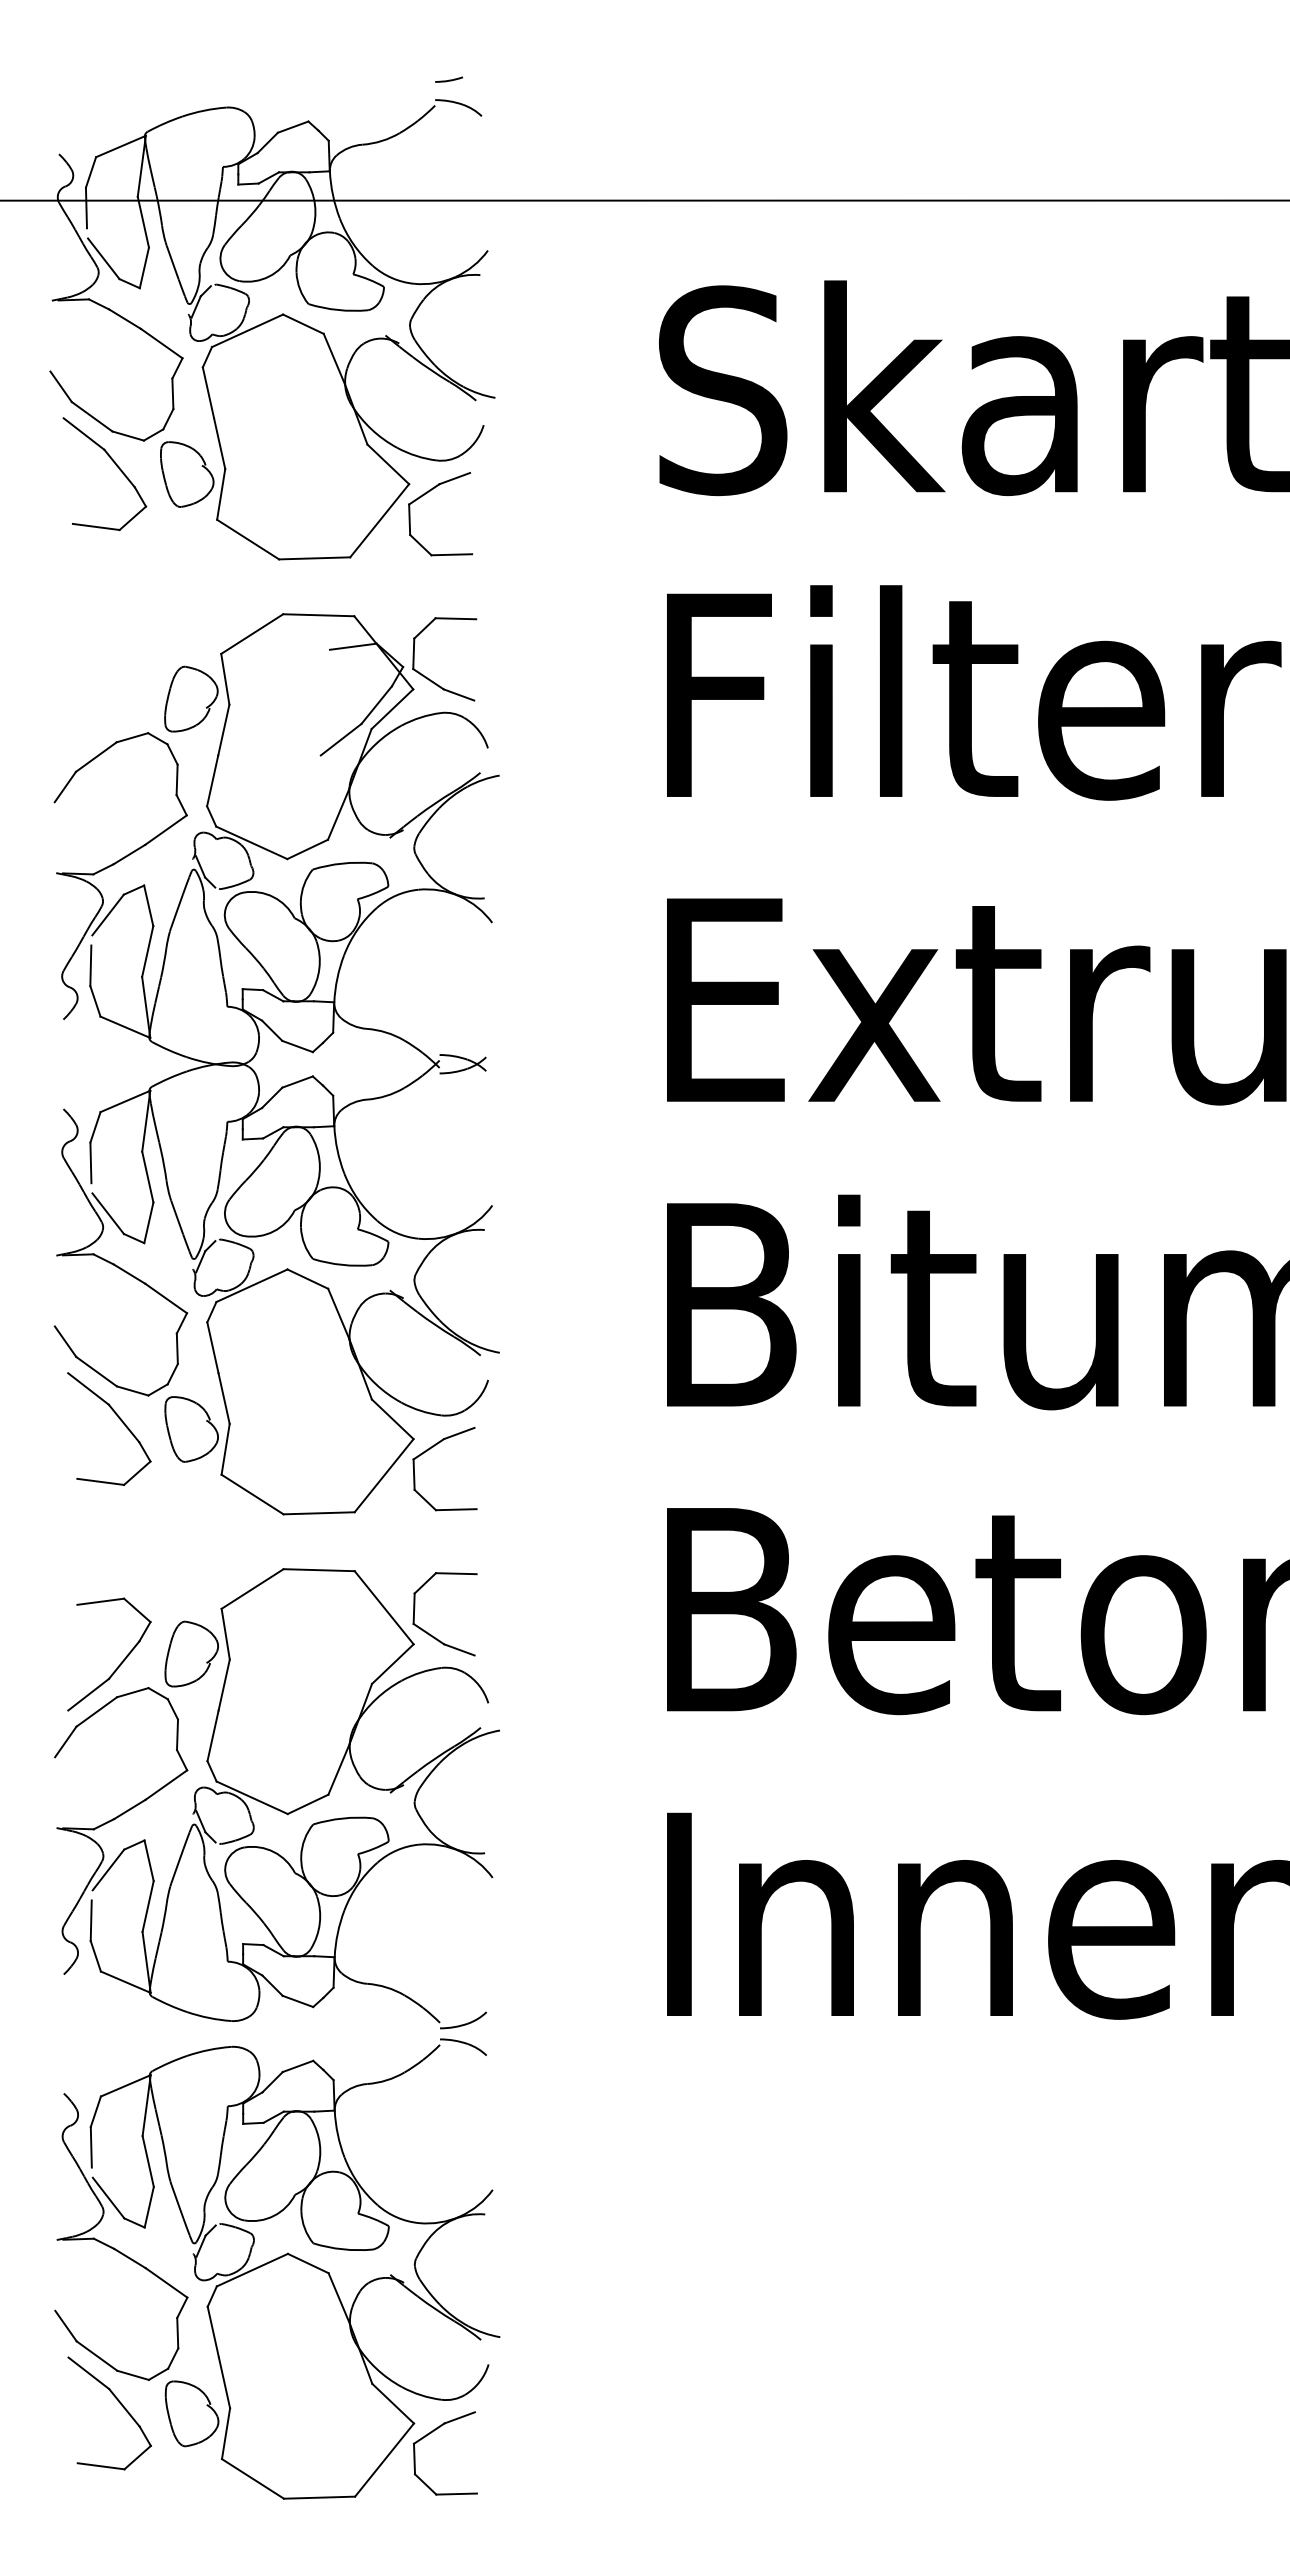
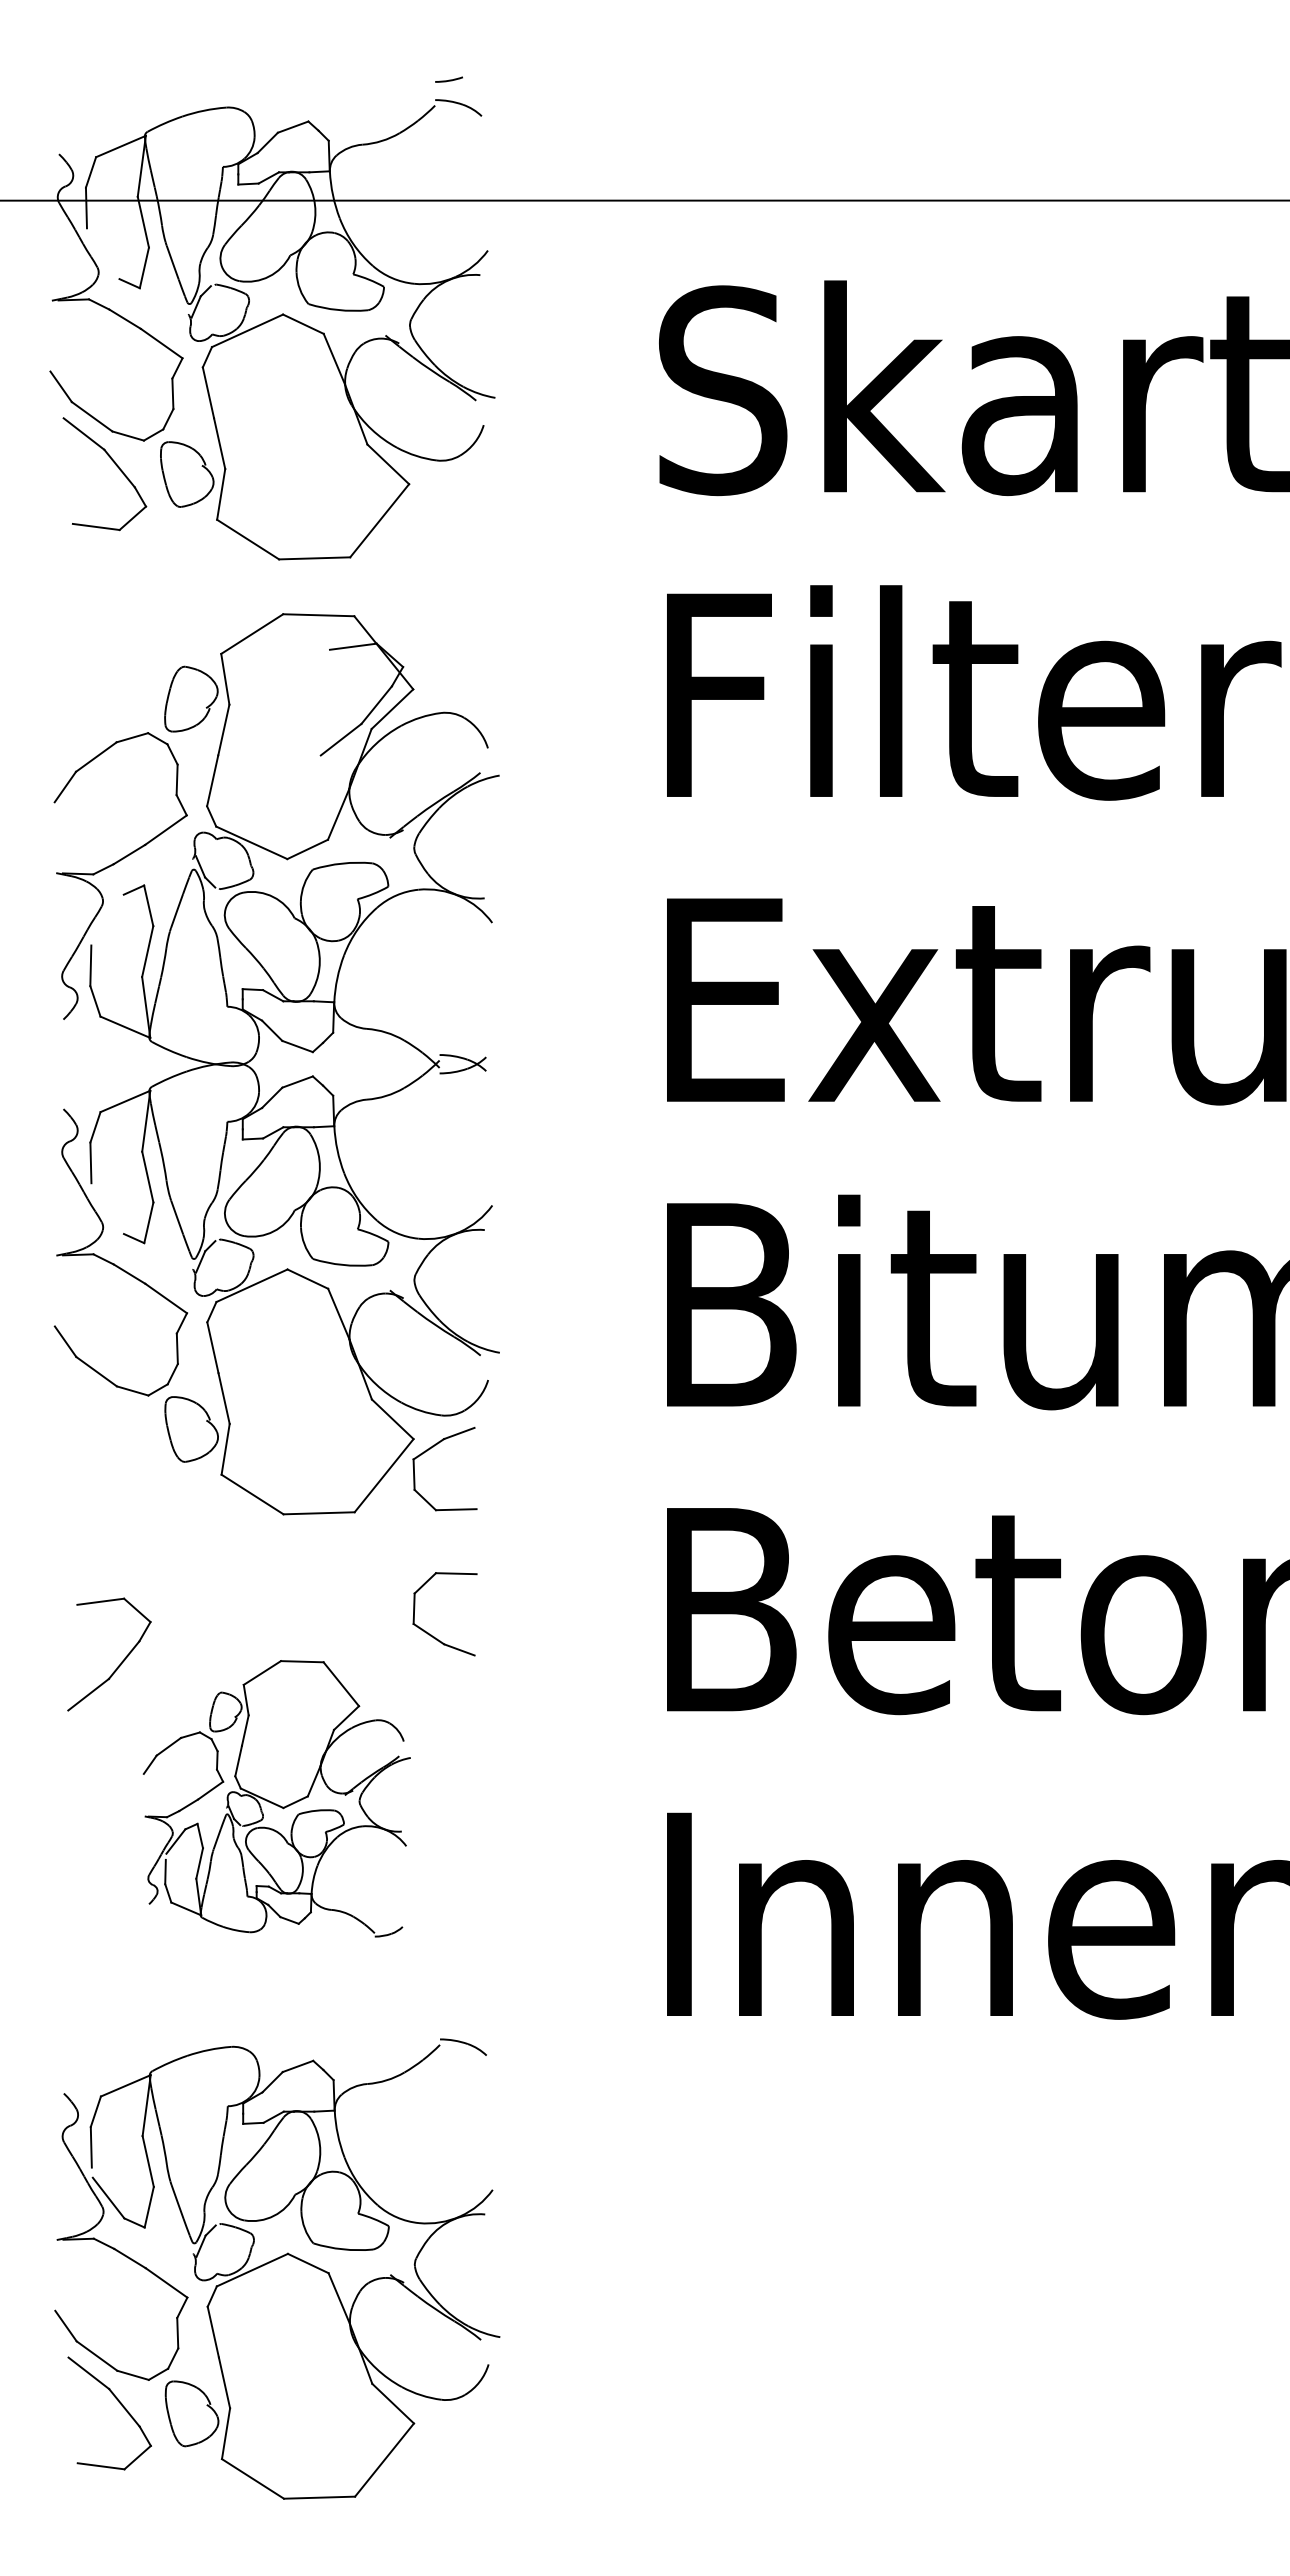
line at (103, 258): present -> none
part at (426, 494): present -> none
part at (432, 680): present -> none
line at (107, 914): present -> none
line at (107, 1213): present -> none
part at (118, 1418): present -> none
part at (276, 1798) size: 446x462 px -> 269x278 px
part at (431, 2433): present -> none
